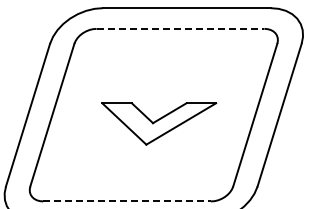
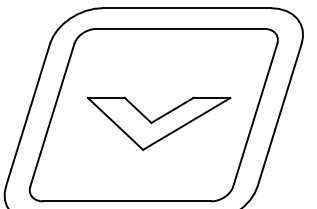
line at (180, 28): dashed -> solid
part at (159, 123) size: 117x44 px -> 145x54 px
line at (127, 201): dashed -> solid
